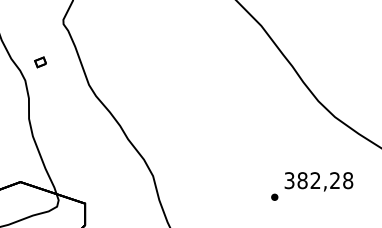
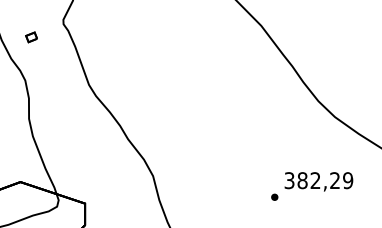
part at (40, 62) position: (40, 62) -> (31, 37)
text at (348, 180): 382,28 -> 382,29
